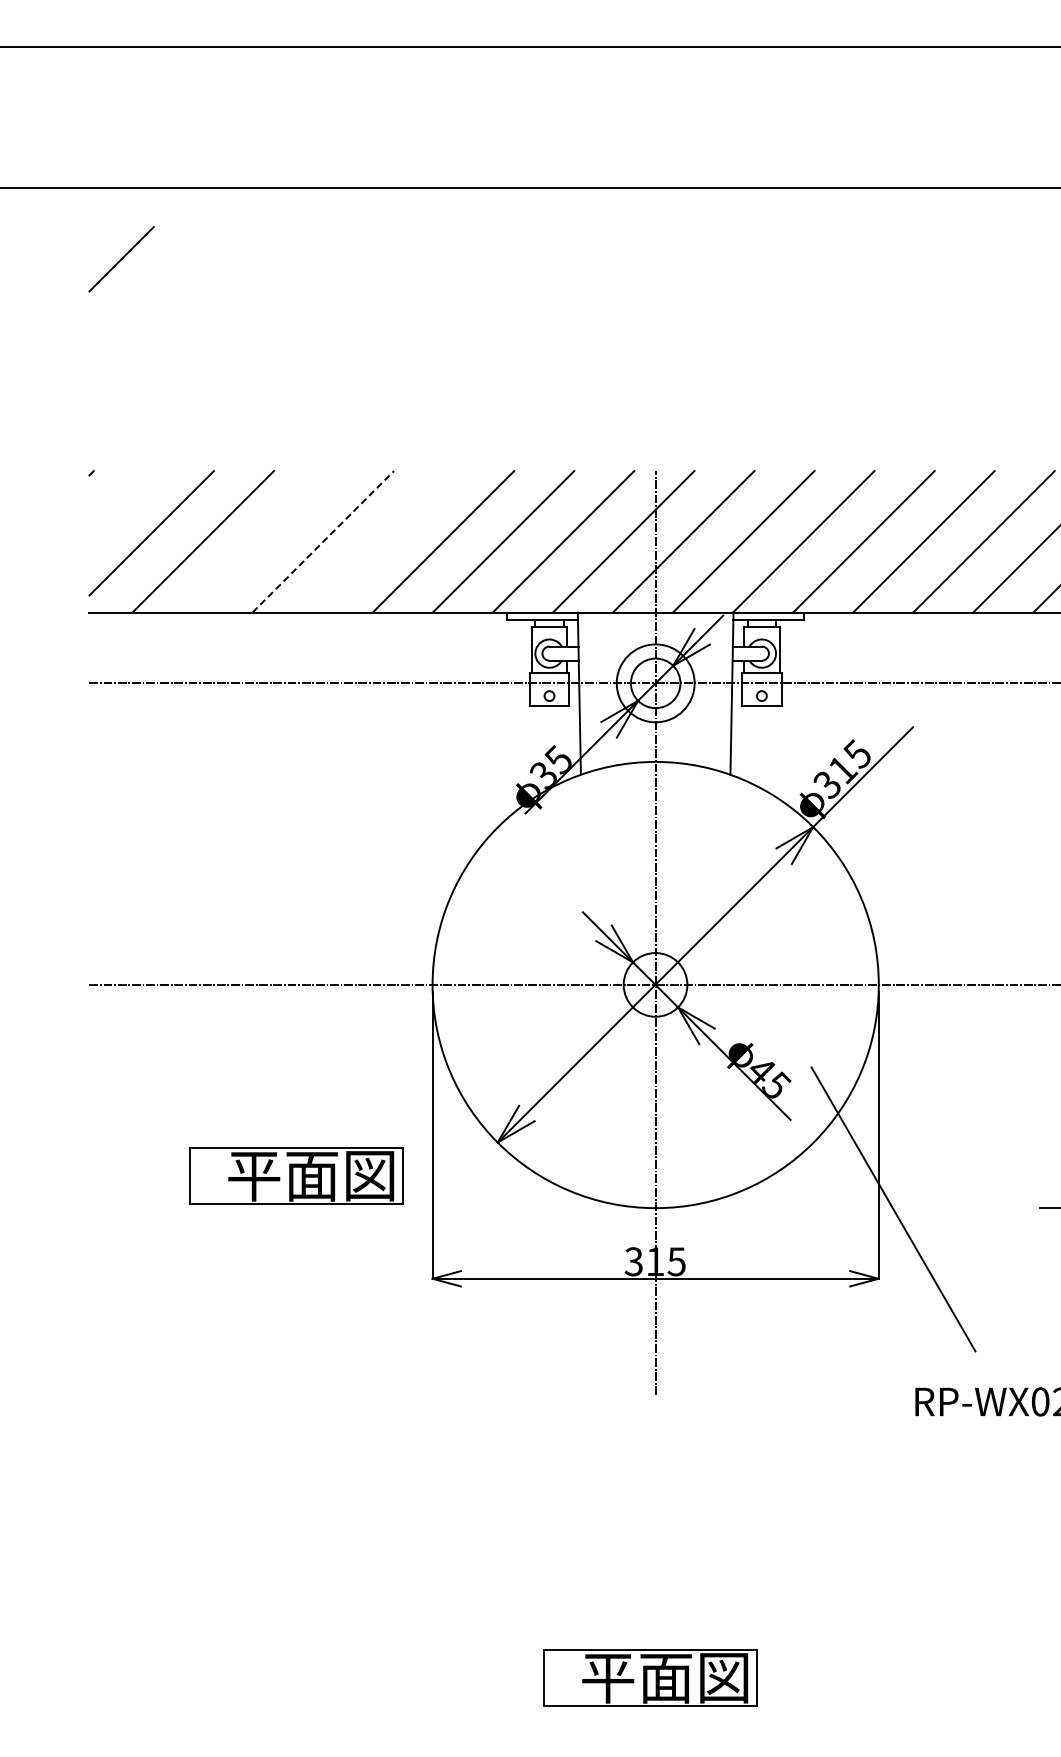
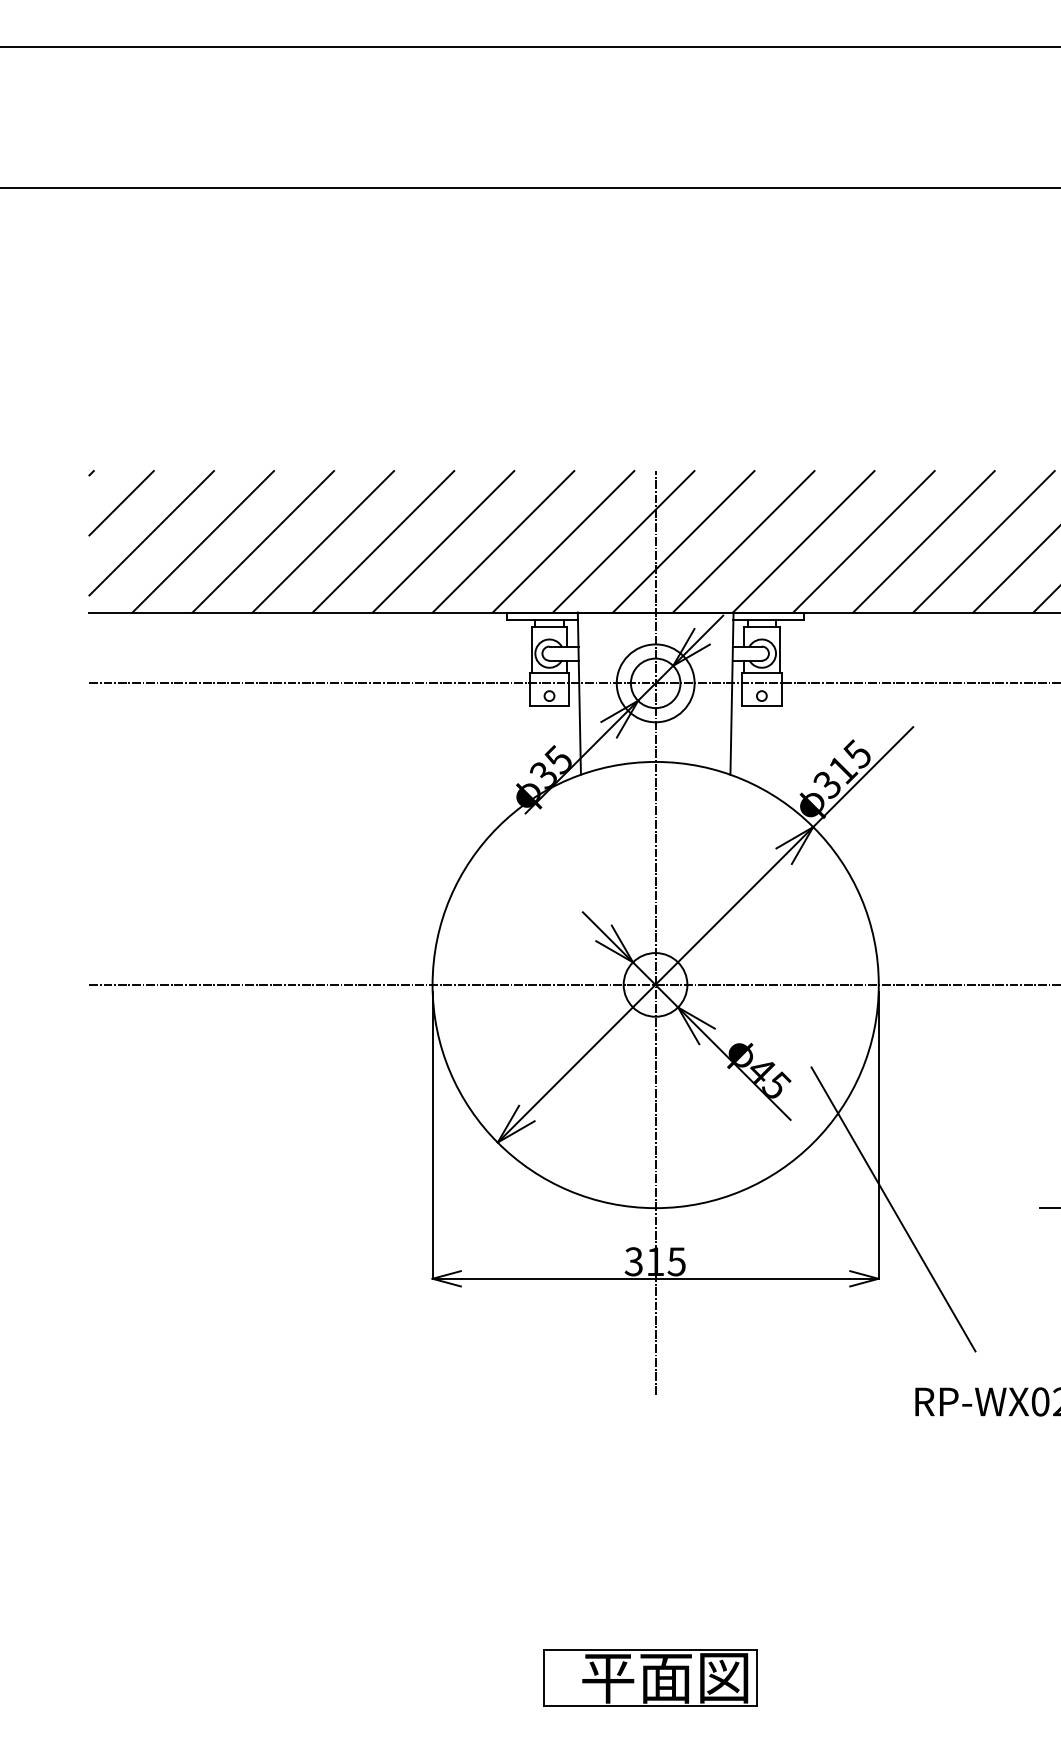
line at (121, 259) position: (121, 259) -> (121, 503)
line at (263, 541): none -> present
line at (323, 541): dashed -> solid
line at (383, 541): none -> present
part at (296, 1175): present -> none
